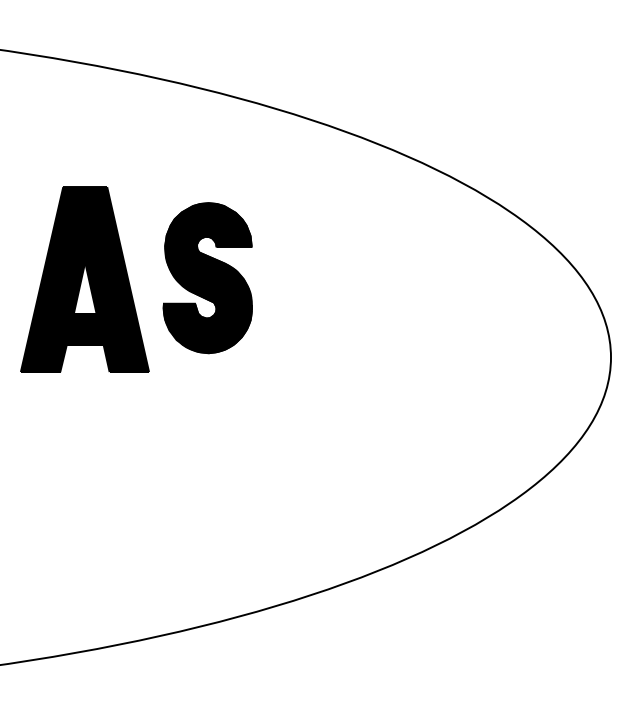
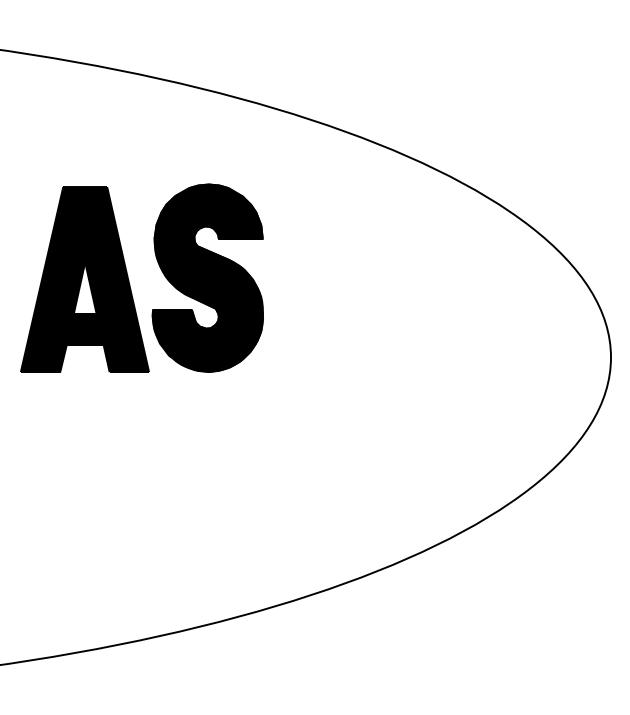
part at (207, 278) size: 91x153 px -> 113x190 px
